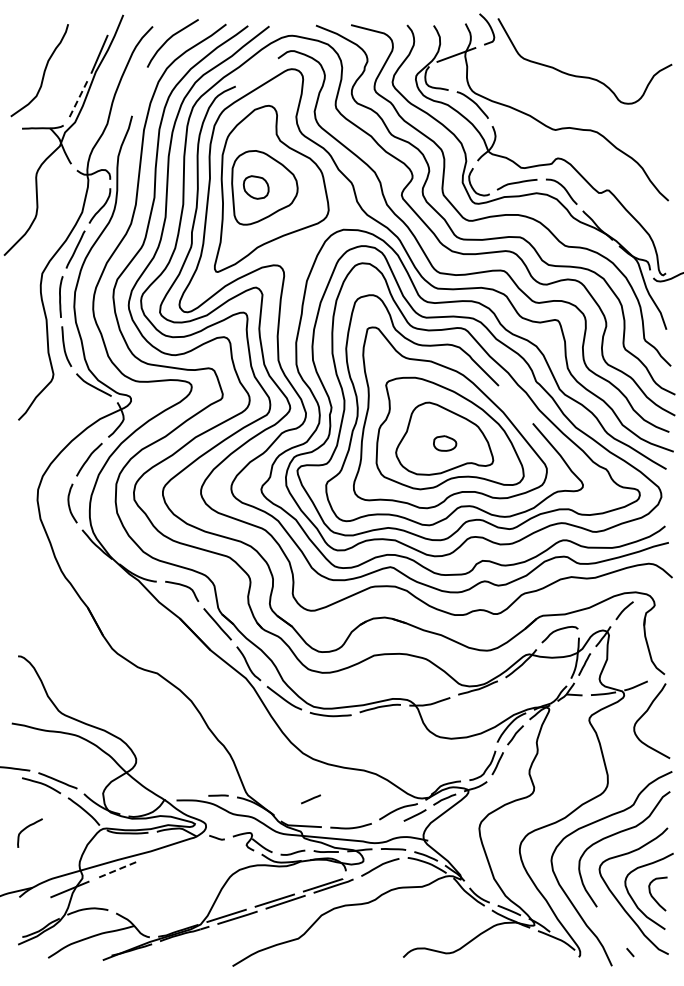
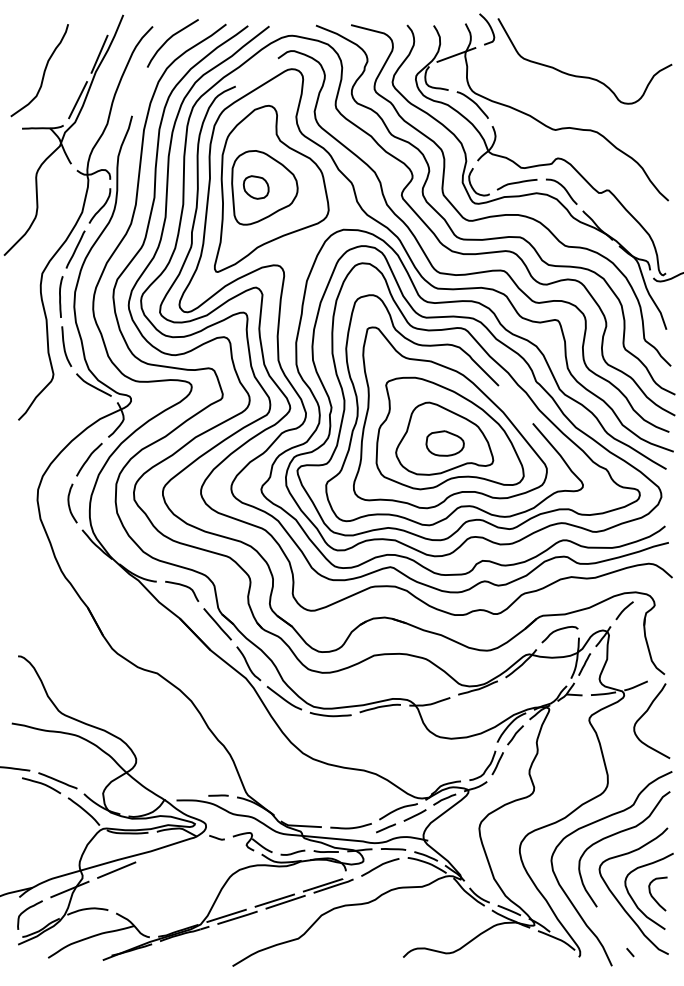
line at (77, 100): dashed -> solid
part at (445, 443) size: 25x17 px -> 40x27 px
line at (310, 799) position: (310, 799) -> (385, 828)
curve at (27, 828) position: (27, 828) -> (27, 910)
line at (116, 870): dashed -> solid
